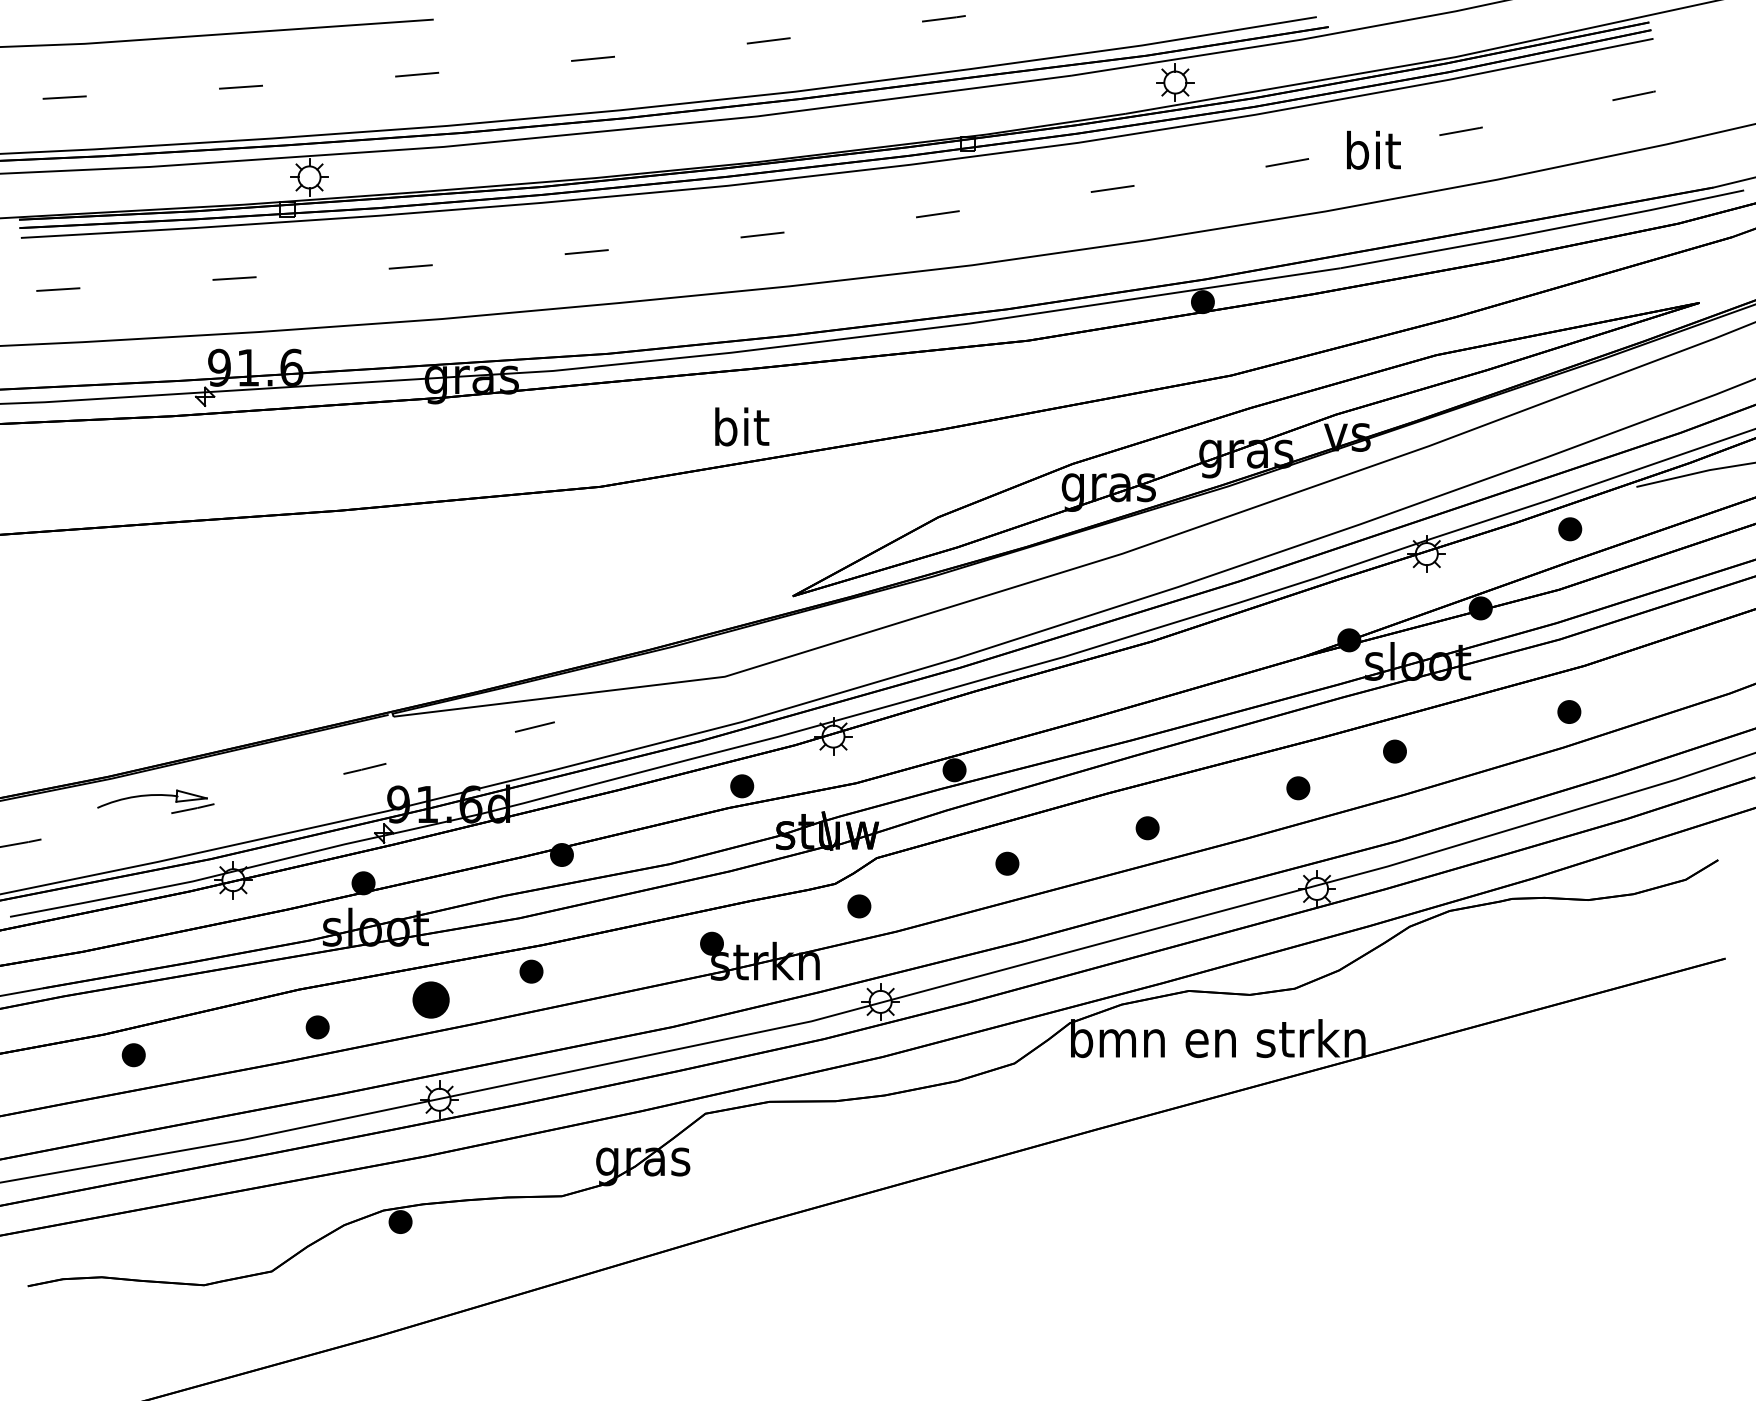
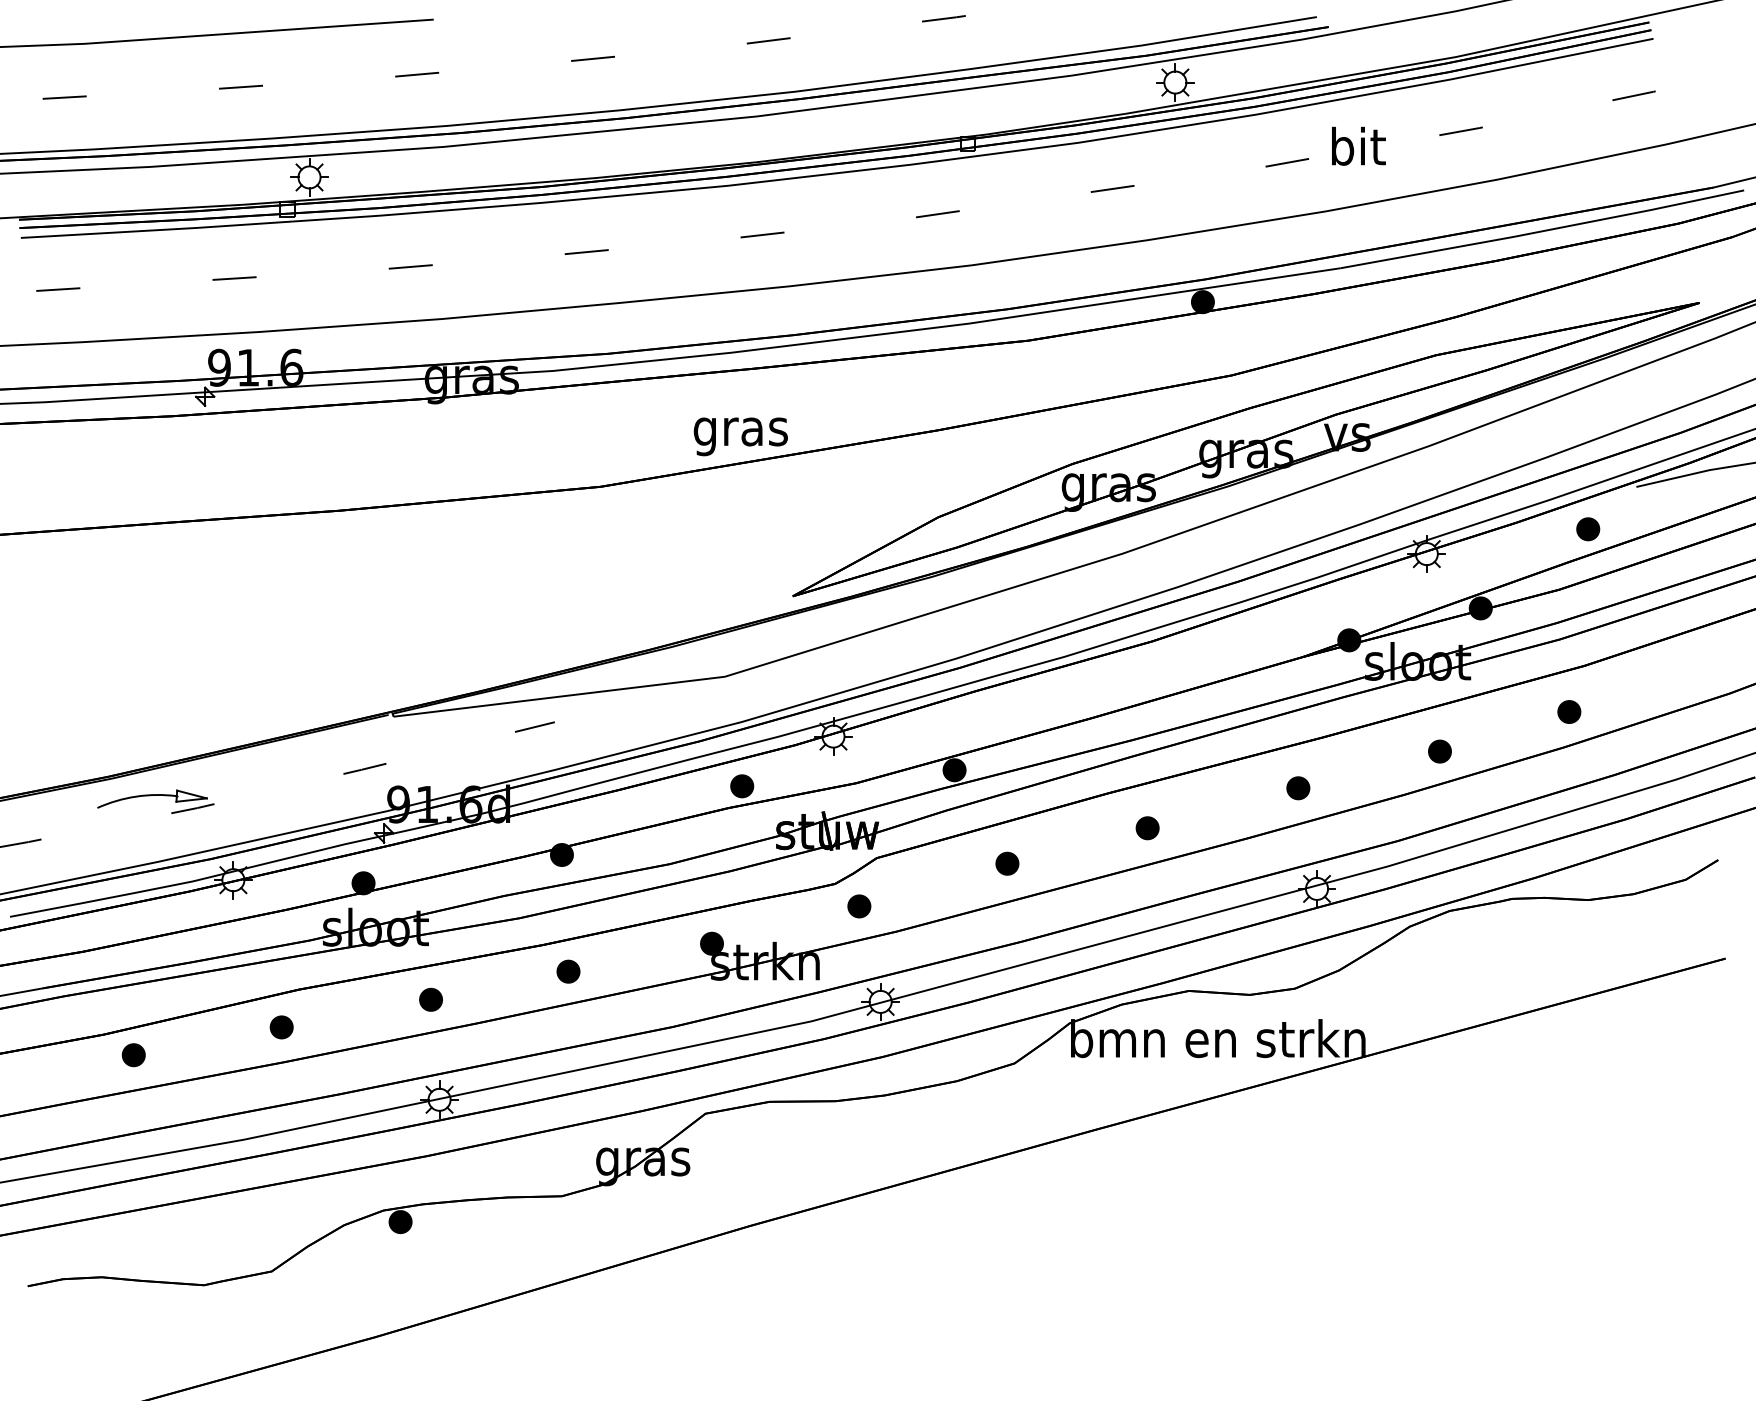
text at (1373, 149) position: (1373, 149) -> (1358, 145)
text at (740, 431): bit -> gras
part at (1570, 529) position: (1570, 529) -> (1588, 529)
part at (1394, 751) position: (1394, 751) -> (1439, 751)
part at (531, 971) position: (531, 971) -> (568, 971)
part at (430, 999) size: 38x38 px -> 24x25 px
part at (317, 1027) position: (317, 1027) -> (281, 1027)
